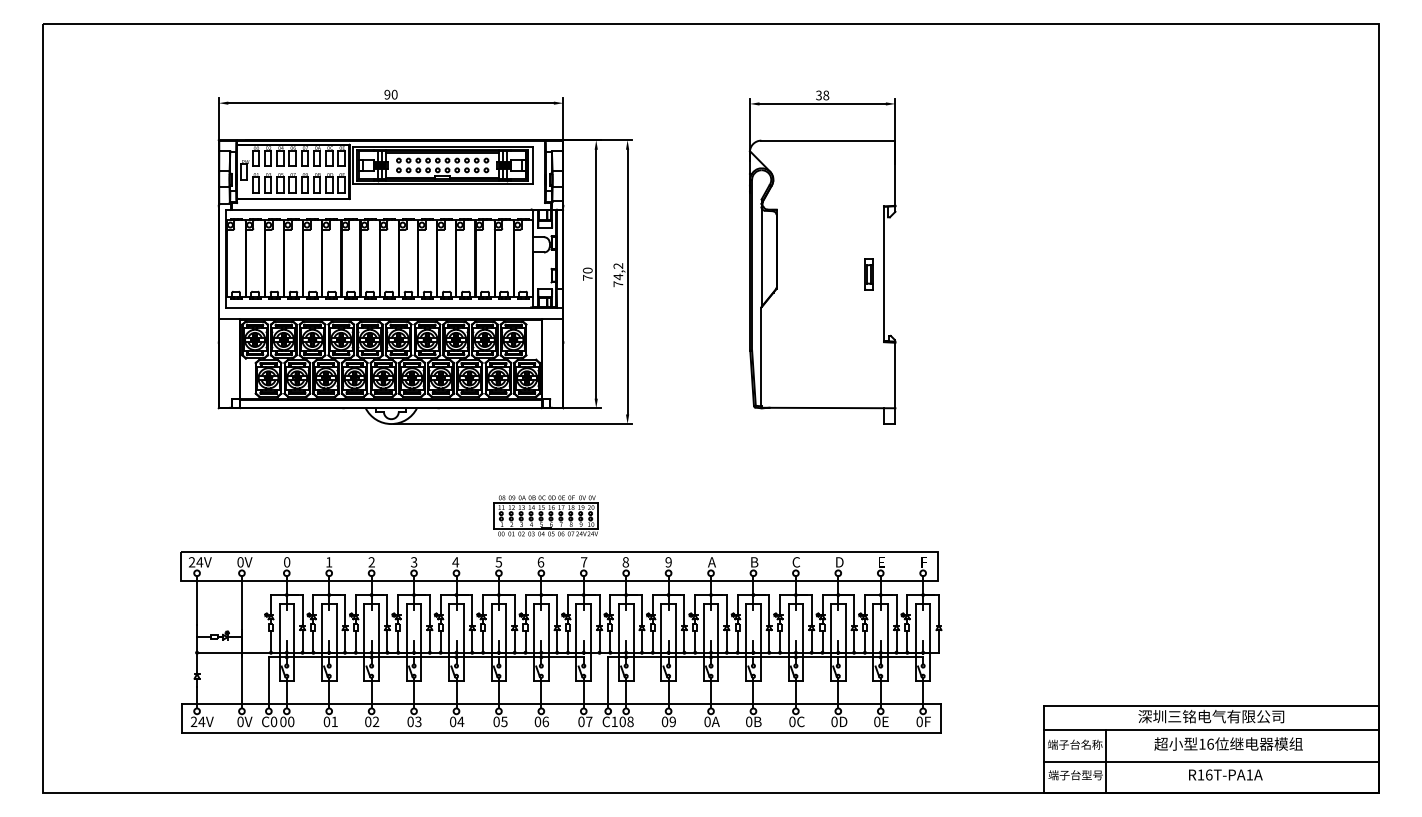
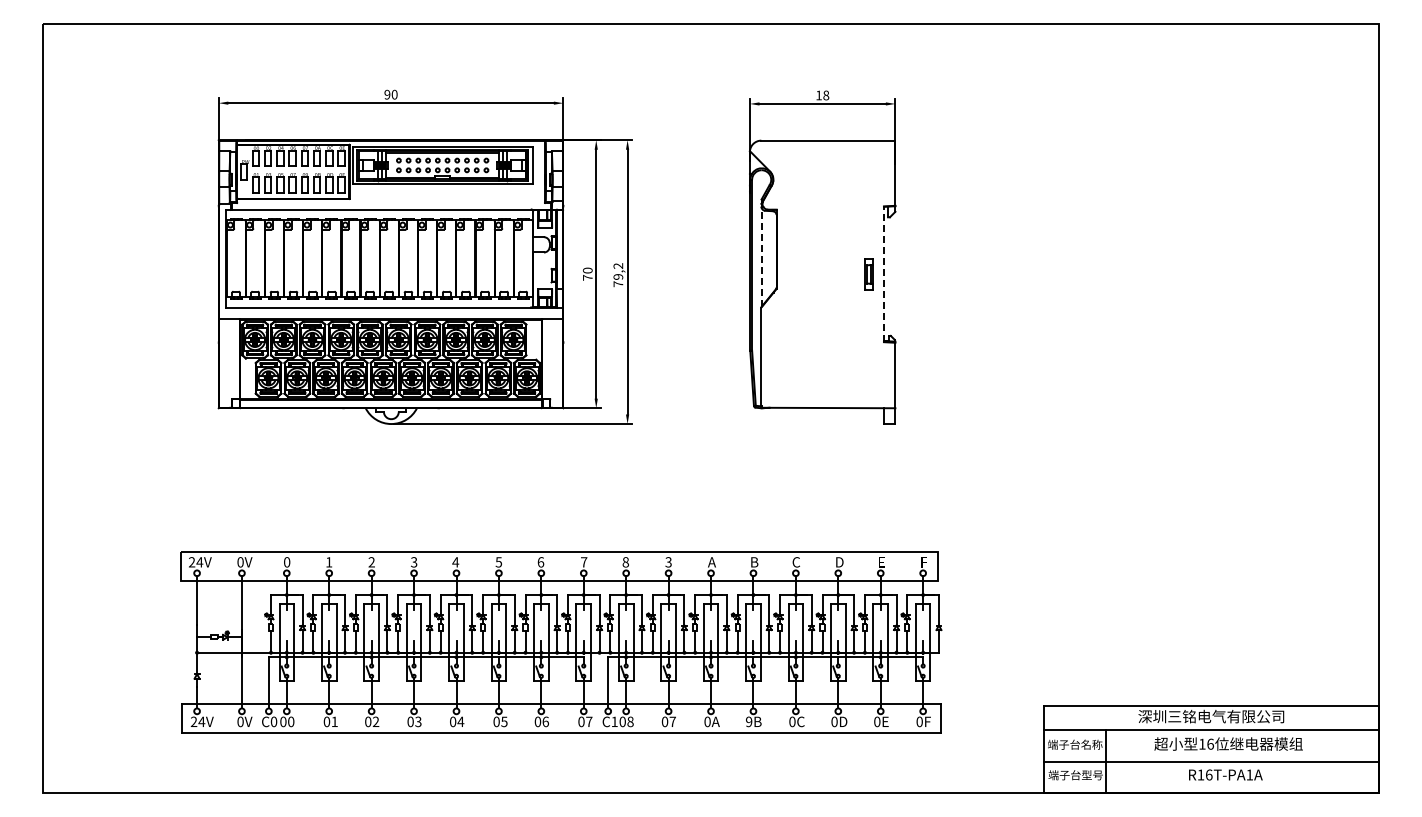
text at (818, 95): 38 -> 18
line at (761, 257): solid -> dashed
line at (883, 274): solid -> dashed
text at (618, 276): 74,2 -> 79,2
part at (545, 515): present -> none
text at (668, 562): 9 -> 3
text at (672, 721): 09 -> 07
text at (749, 722): 0B -> 9B
